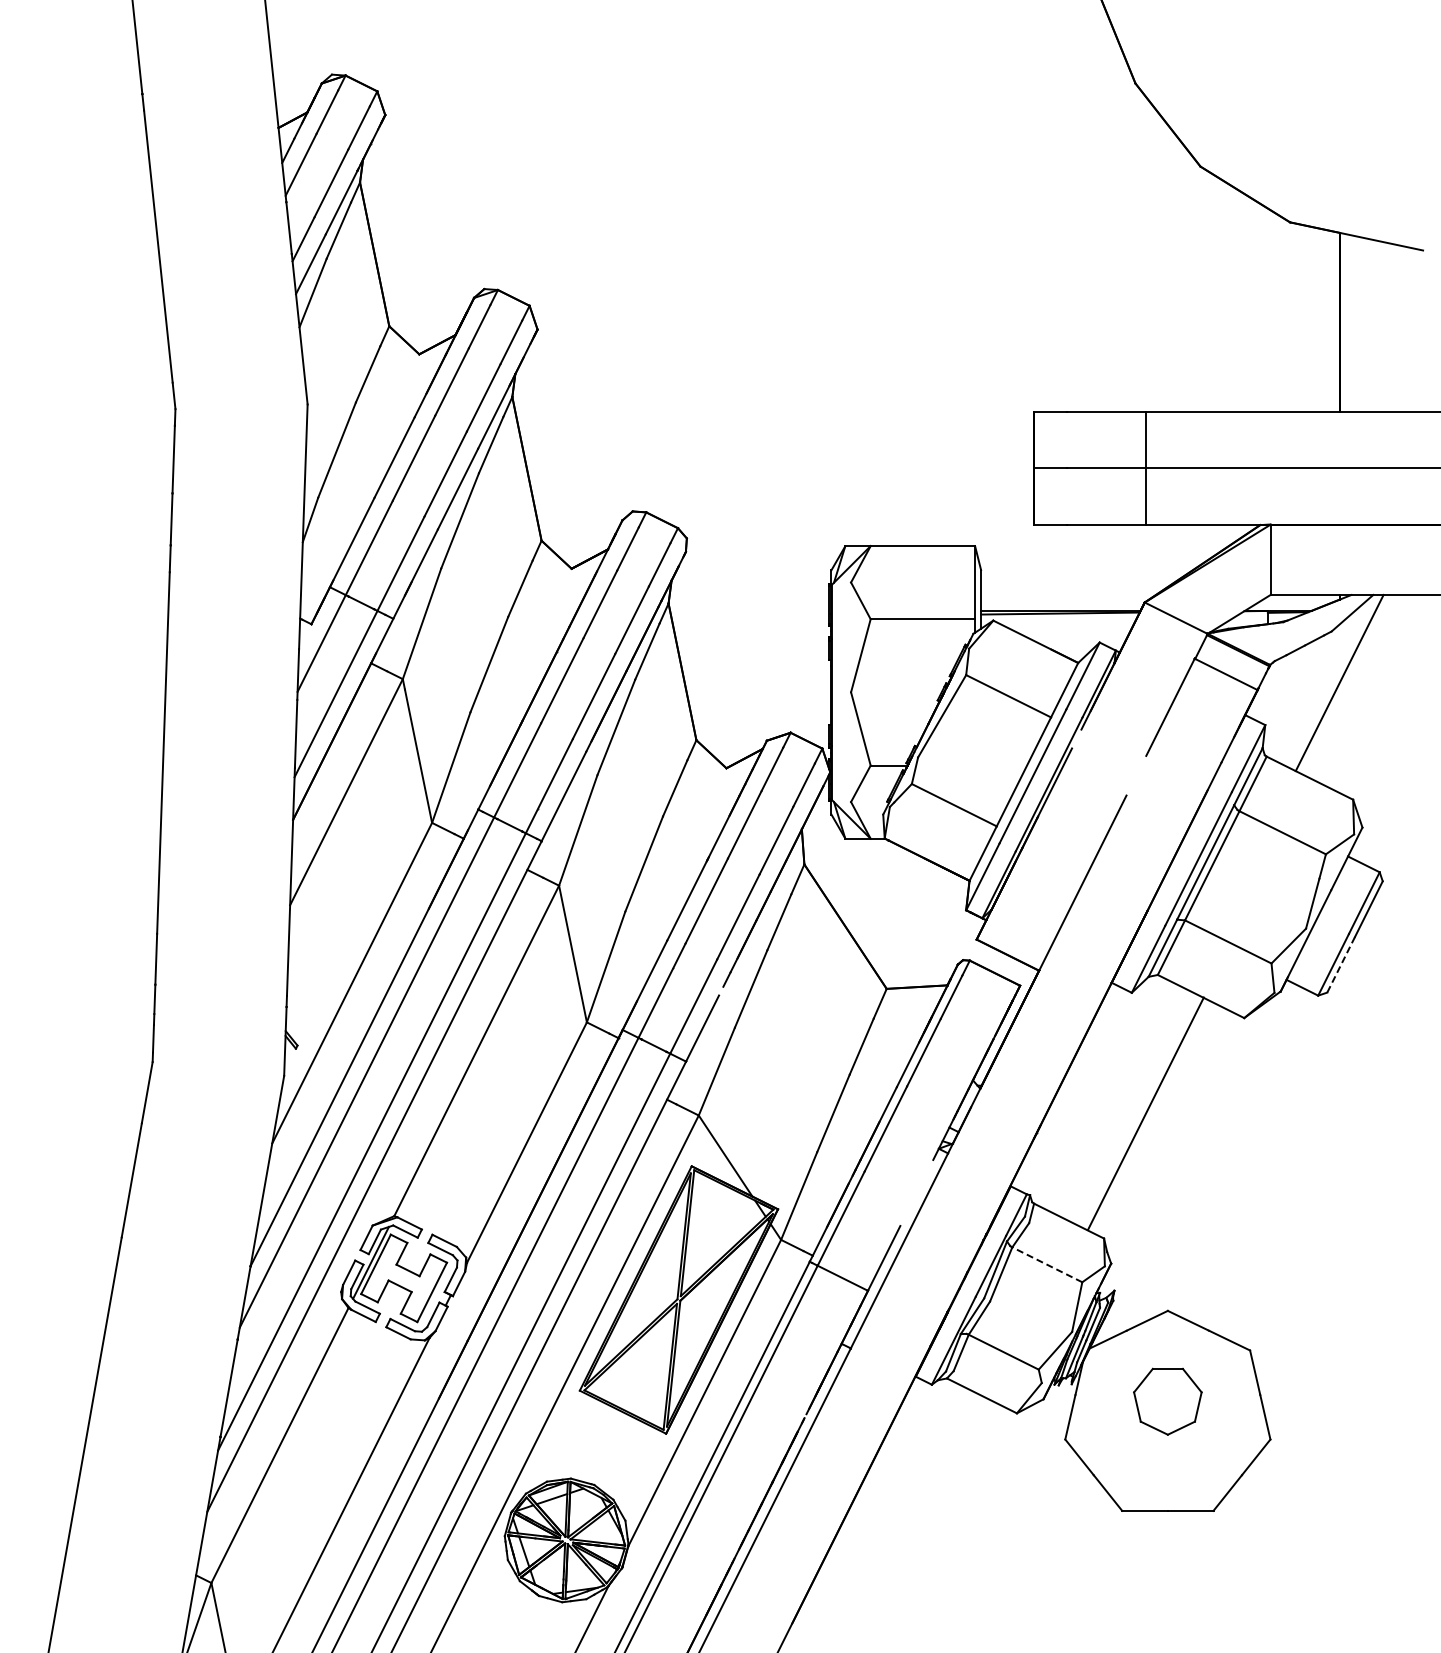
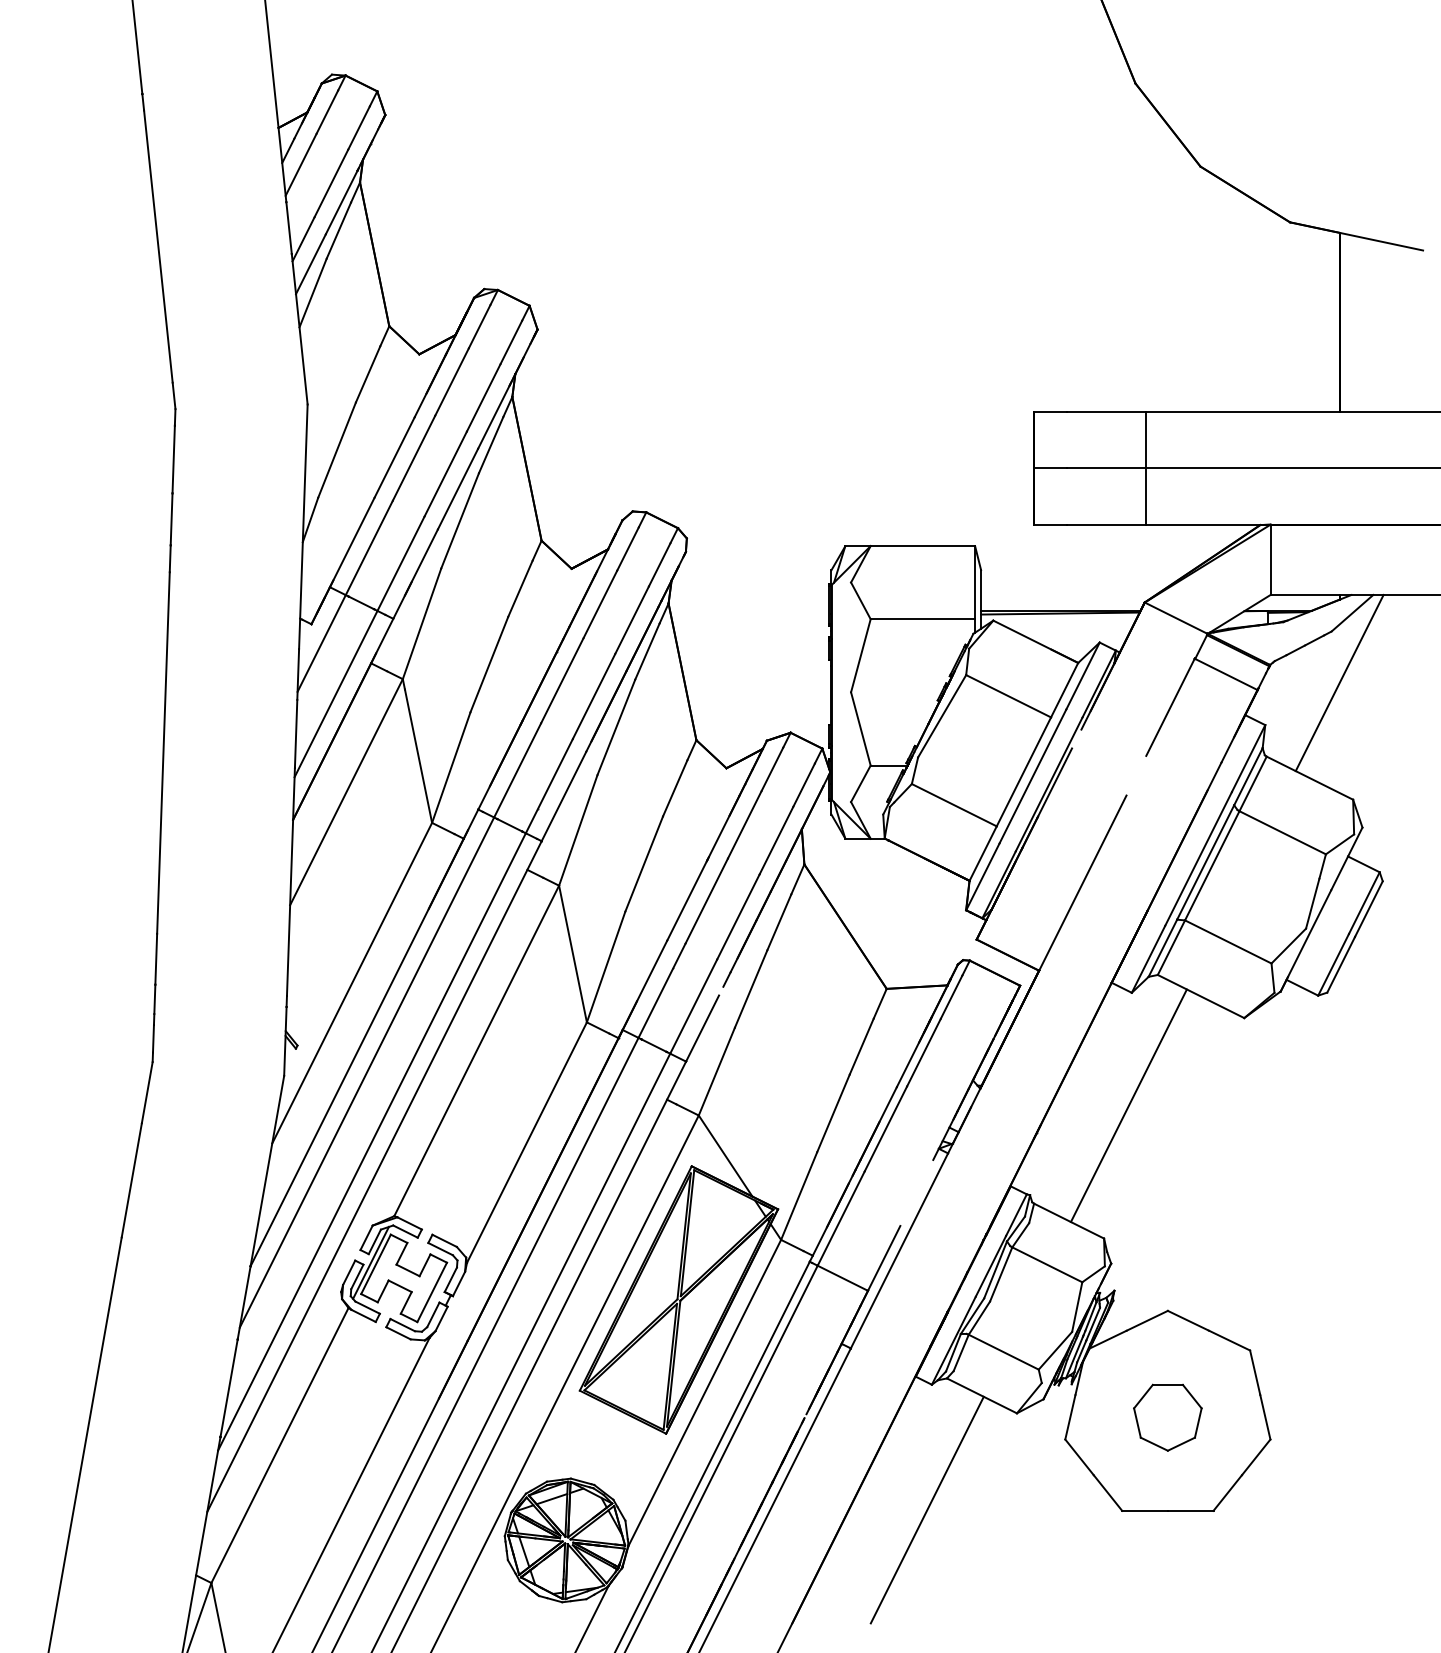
line at (1340, 965): dashed -> solid
line at (1145, 1113) position: (1145, 1113) -> (1128, 1105)
line at (1046, 1264): dashed -> solid
part at (1167, 1401) position: (1167, 1401) -> (1167, 1417)
line at (926, 1509): none -> present
